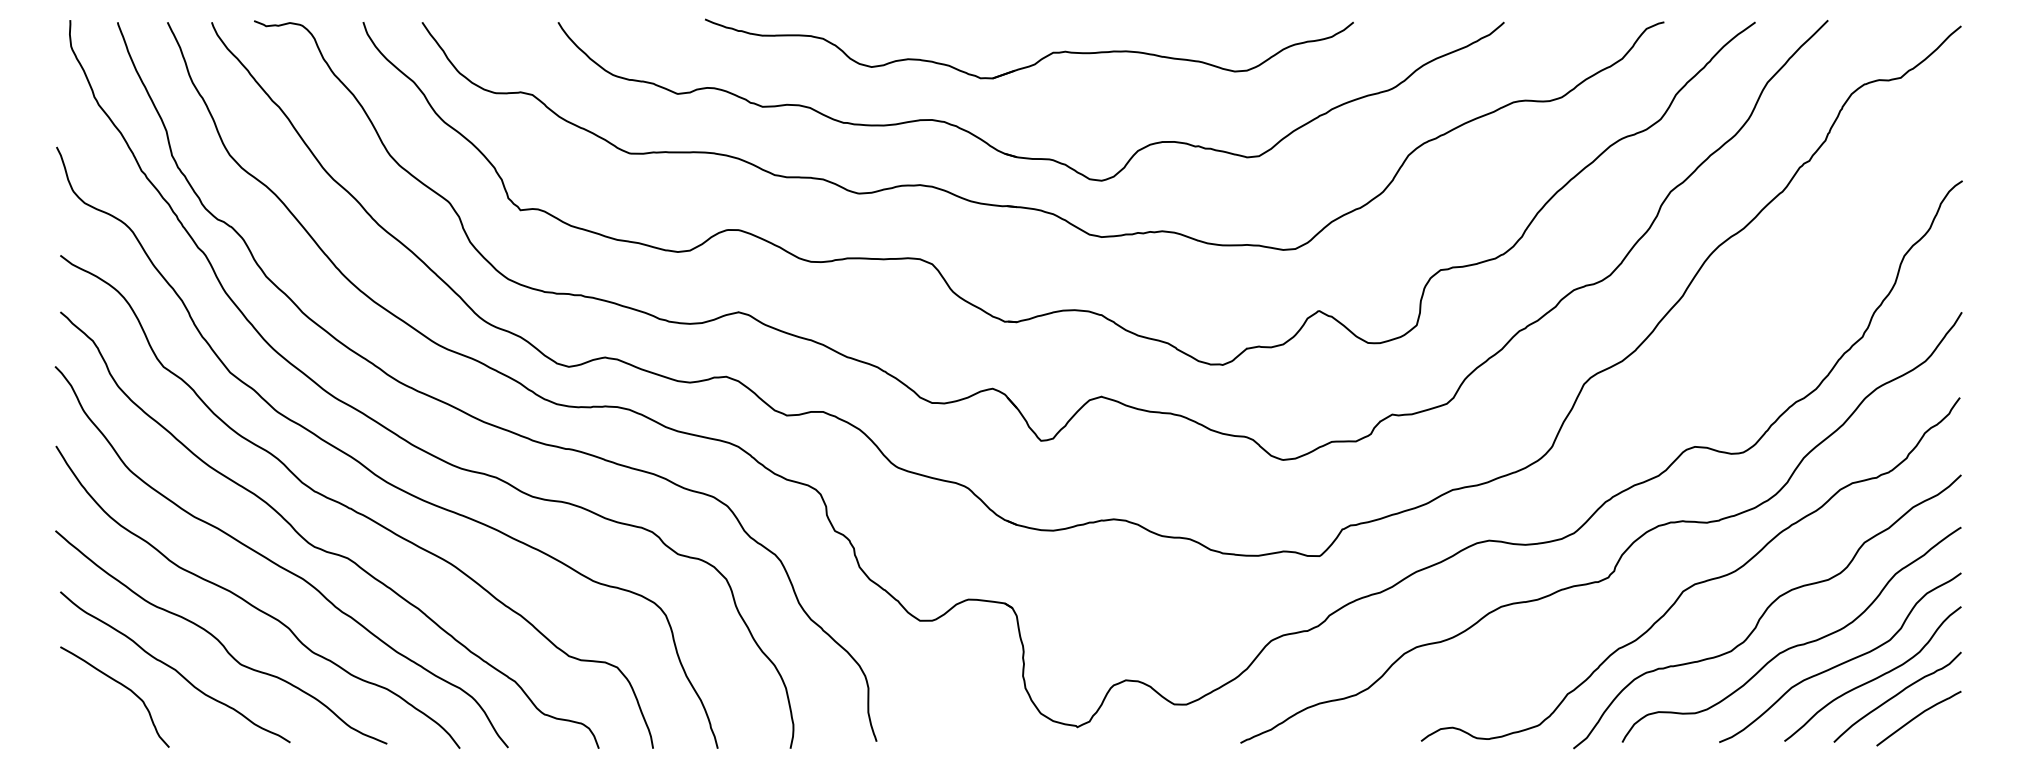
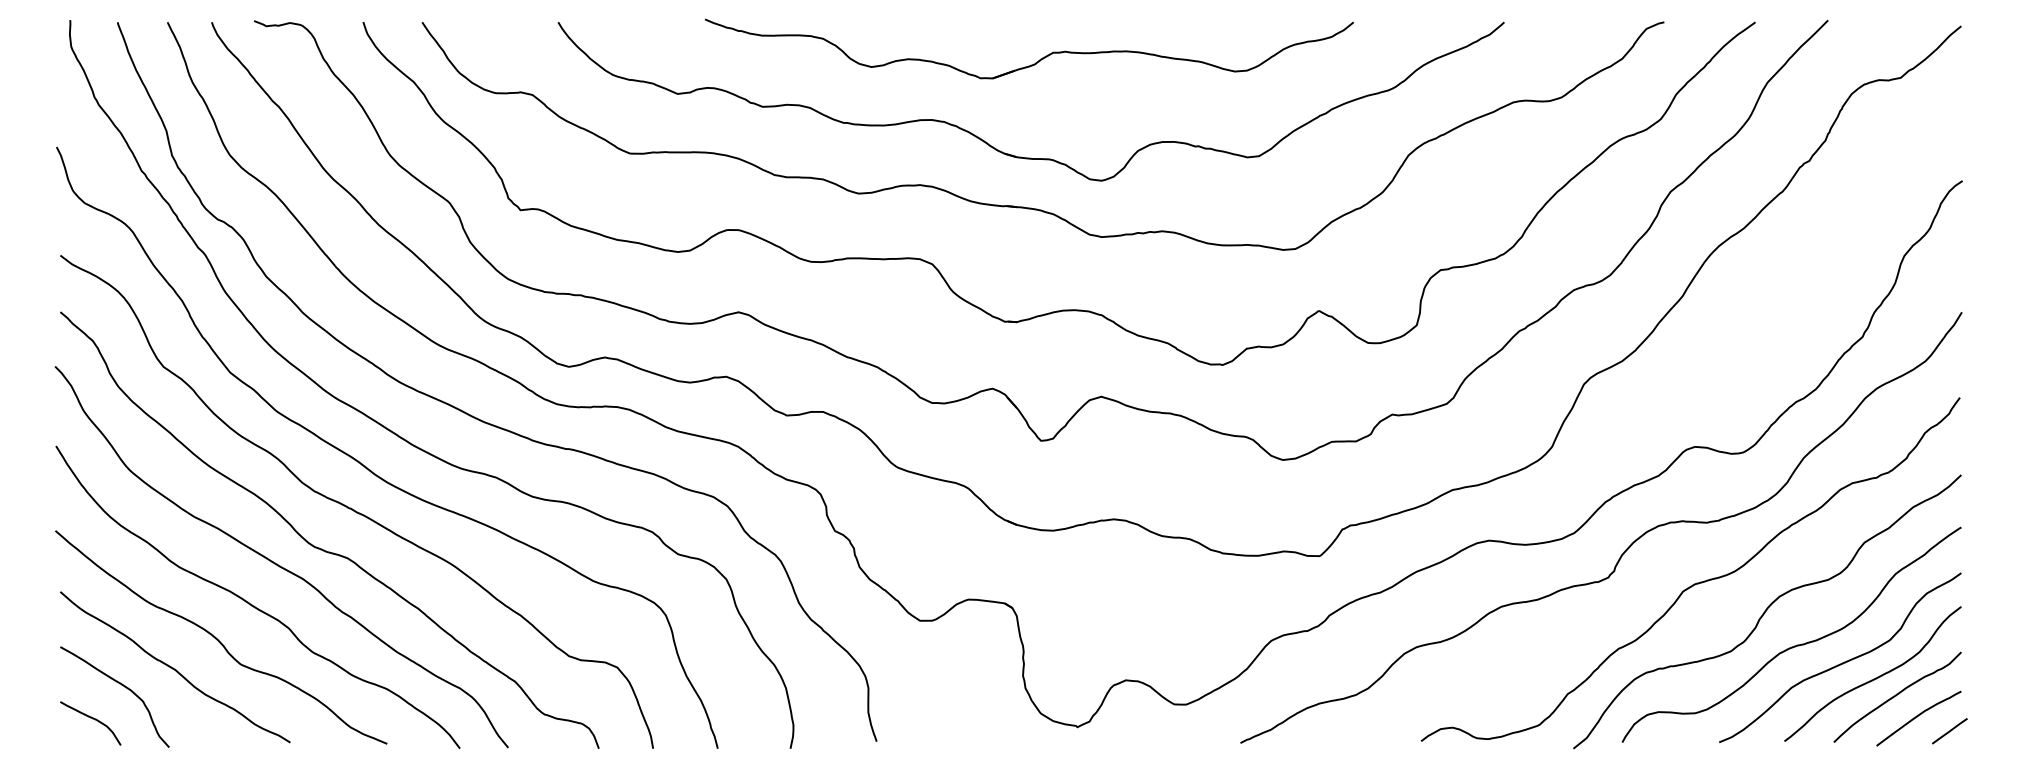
curve at (92, 719): none -> present
line at (1949, 731): none -> present
